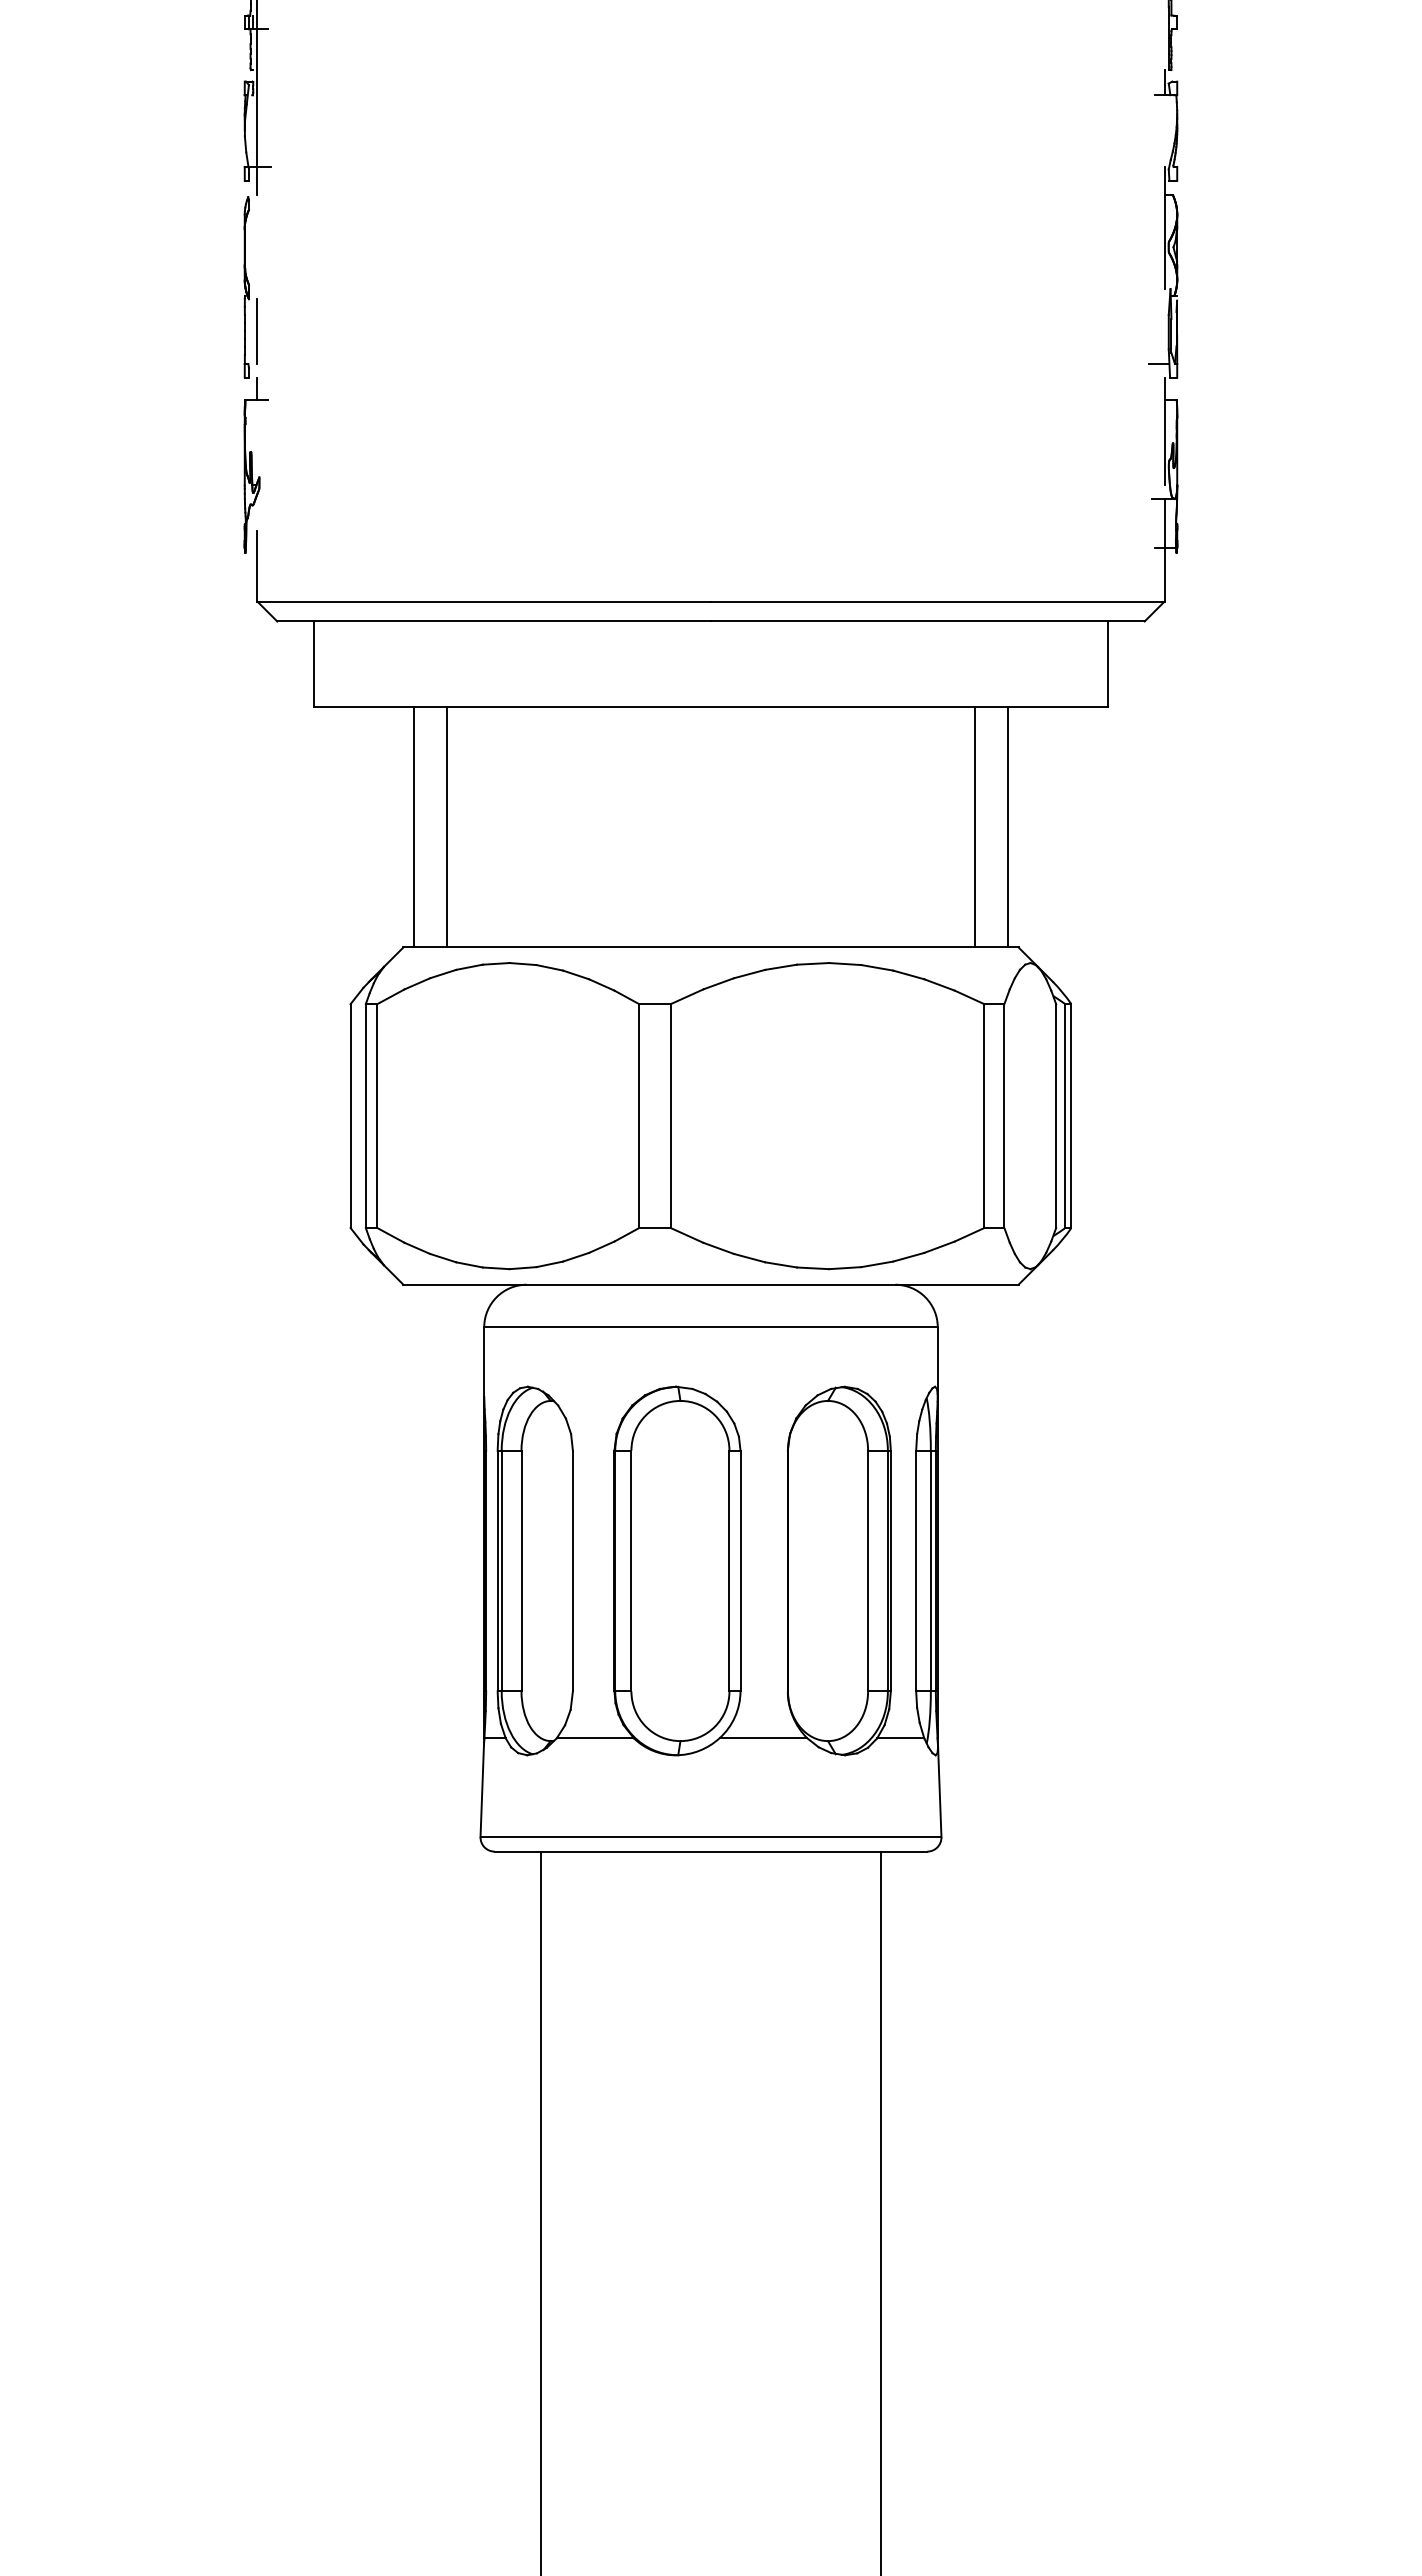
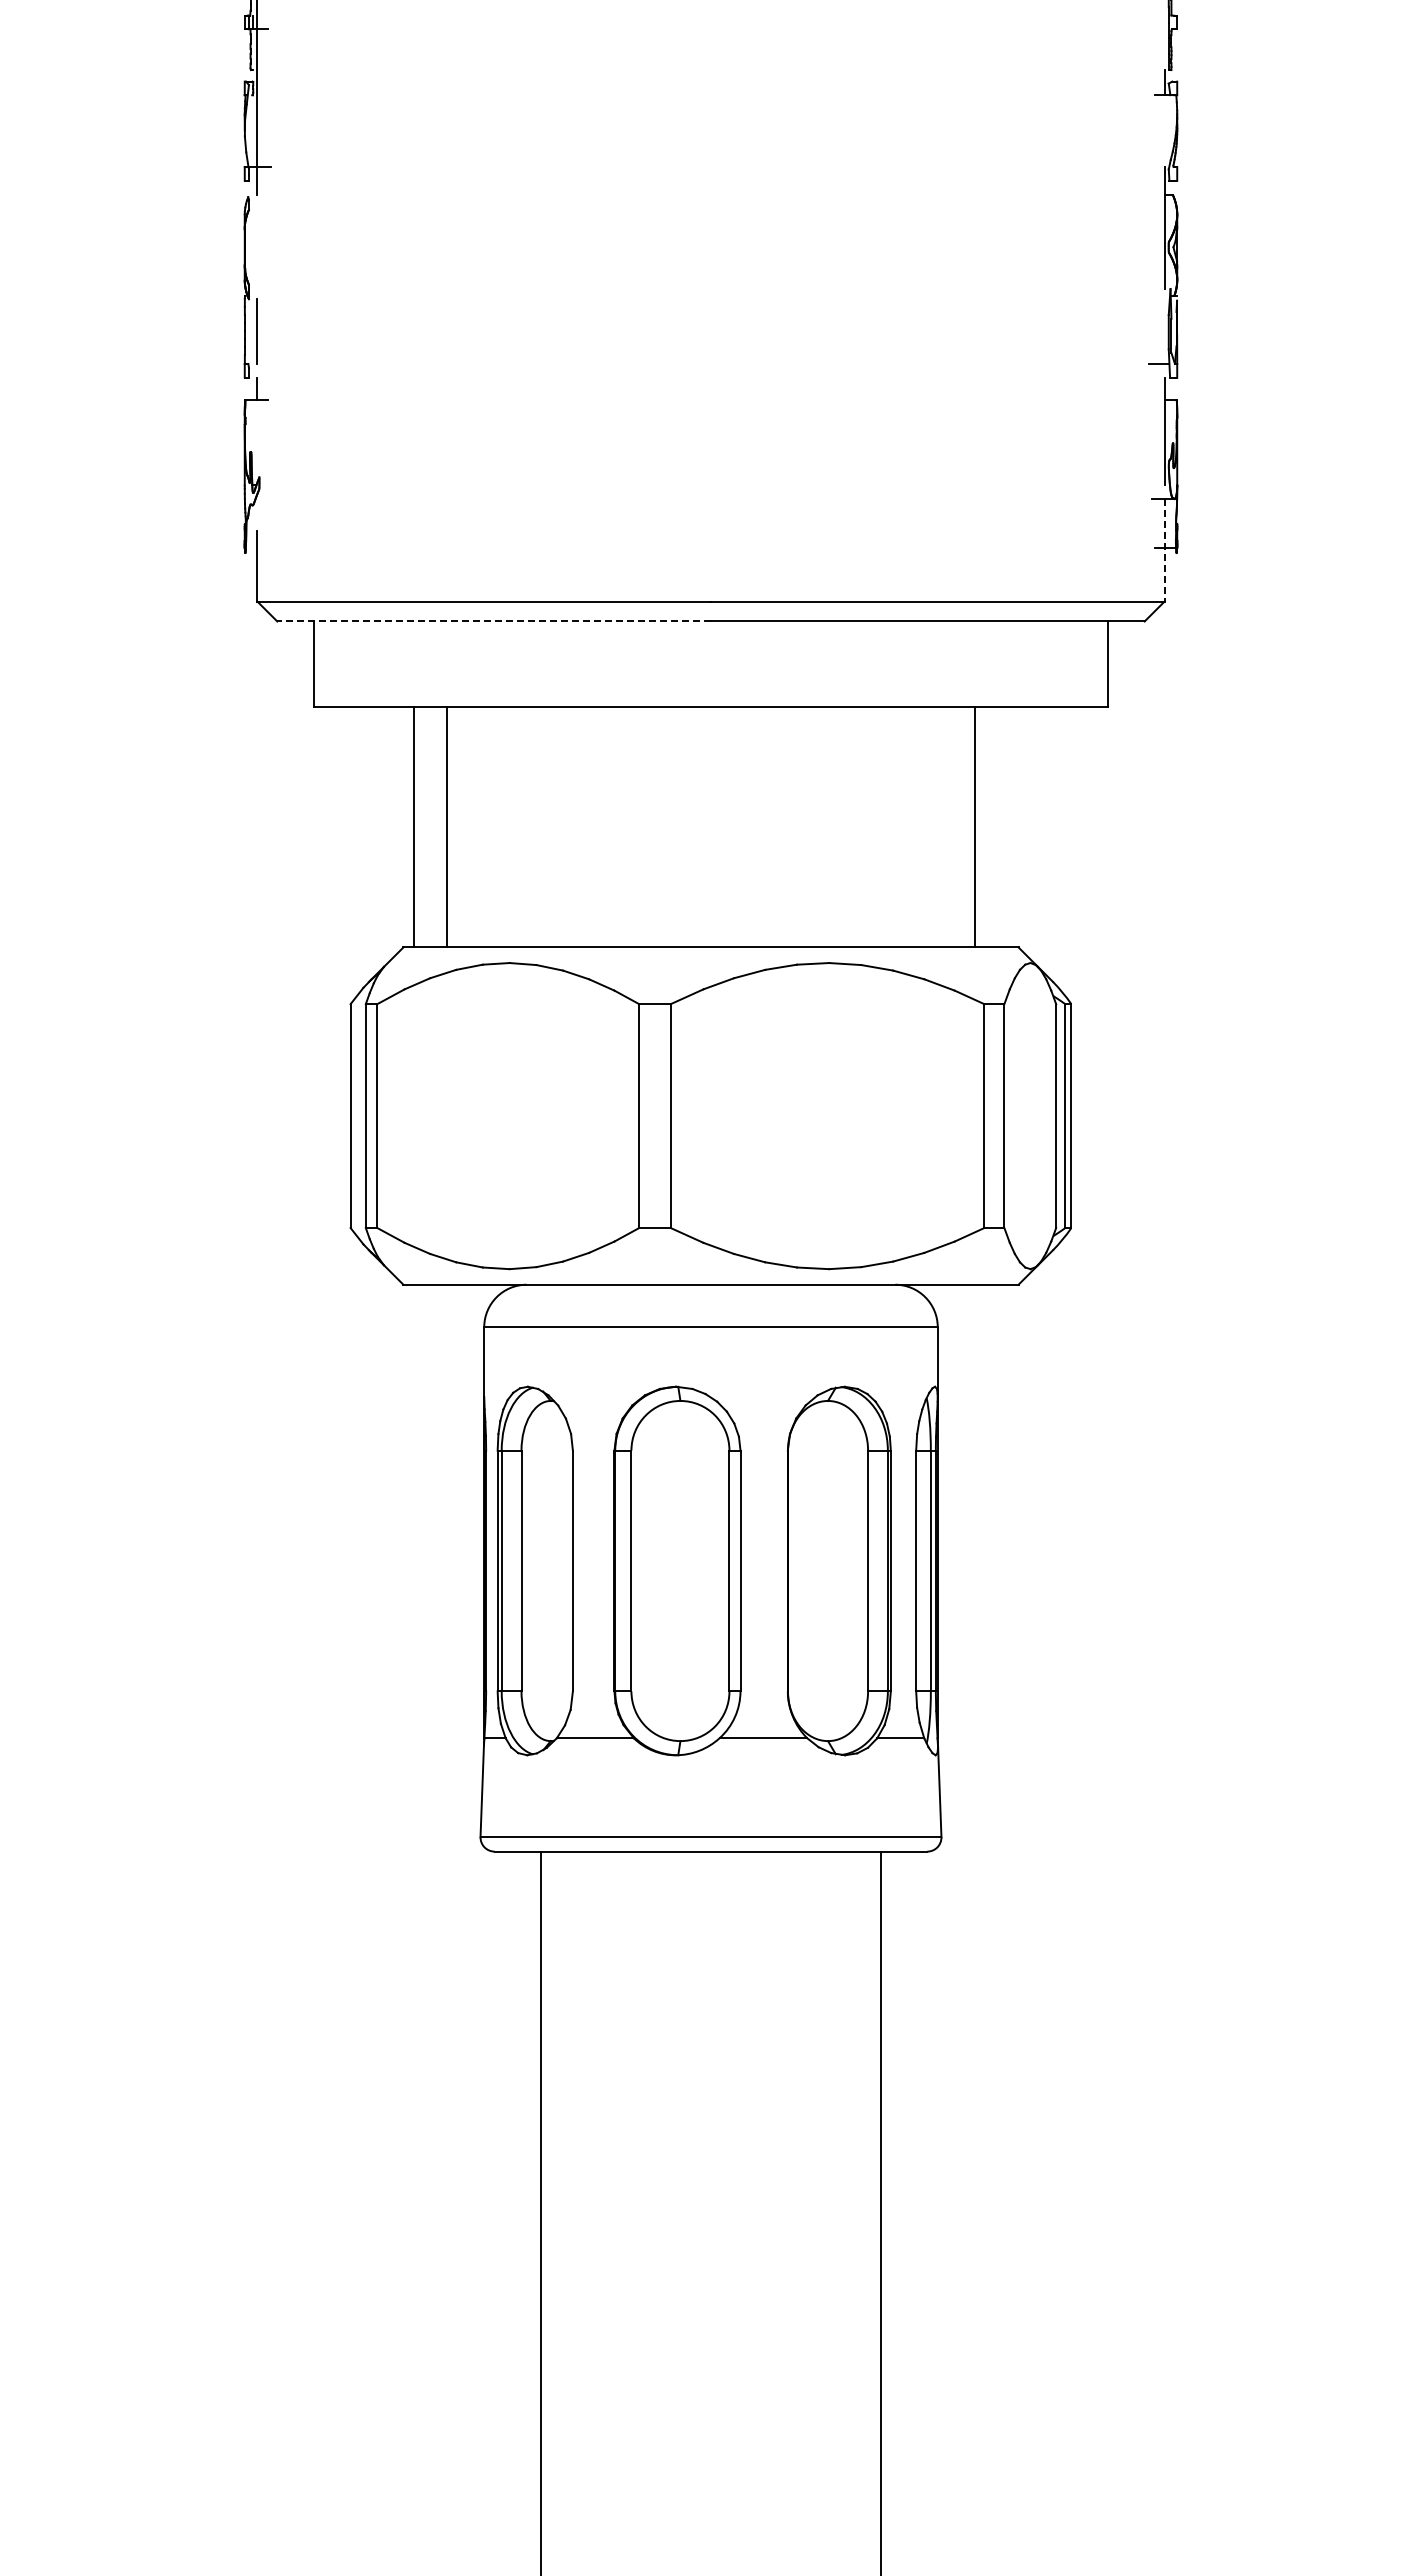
line at (1164, 550): solid -> dashed
line at (494, 621): solid -> dashed
line at (1007, 826): present -> none
